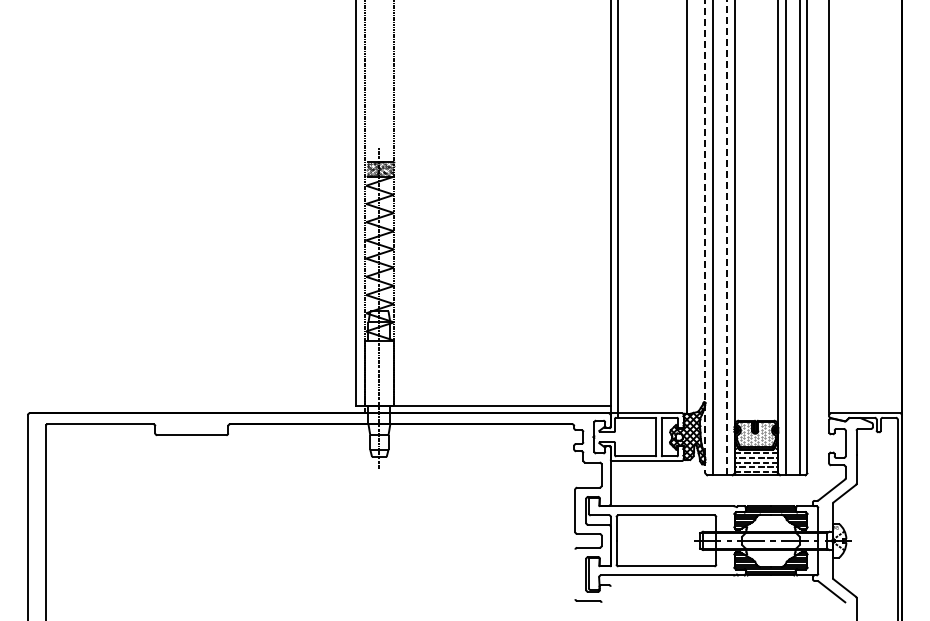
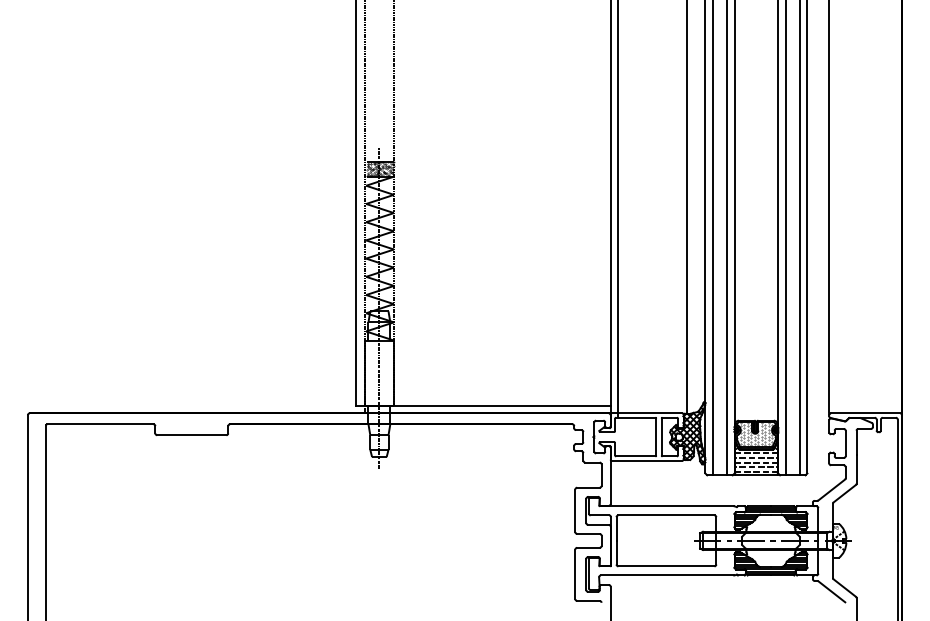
line at (705, 237): dashed -> solid
line at (727, 237): dashed -> solid
line at (575, 574): none -> present
line at (610, 601): none -> present
